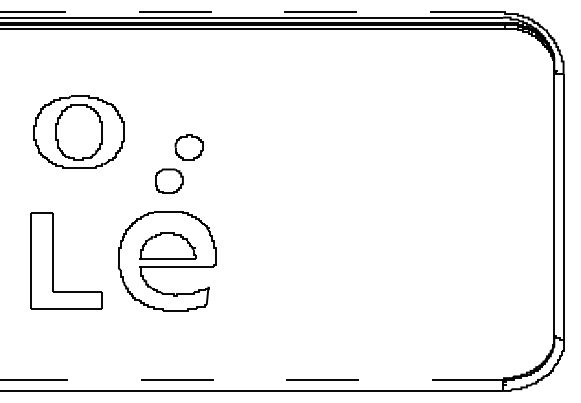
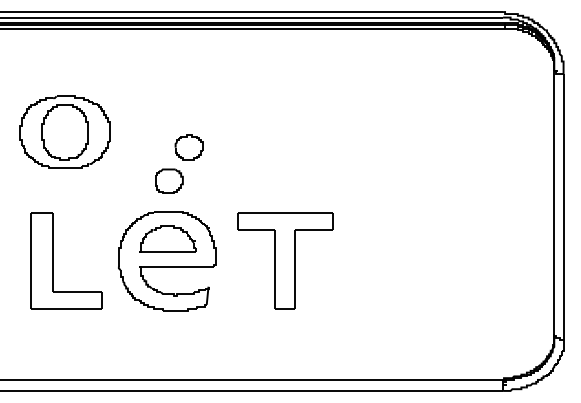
line at (251, 12): dashed -> solid
part at (78, 131) position: (78, 131) -> (64, 131)
part at (167, 245) position: (167, 245) -> (167, 238)
part at (285, 260): none -> present
line at (252, 379): dashed -> solid
